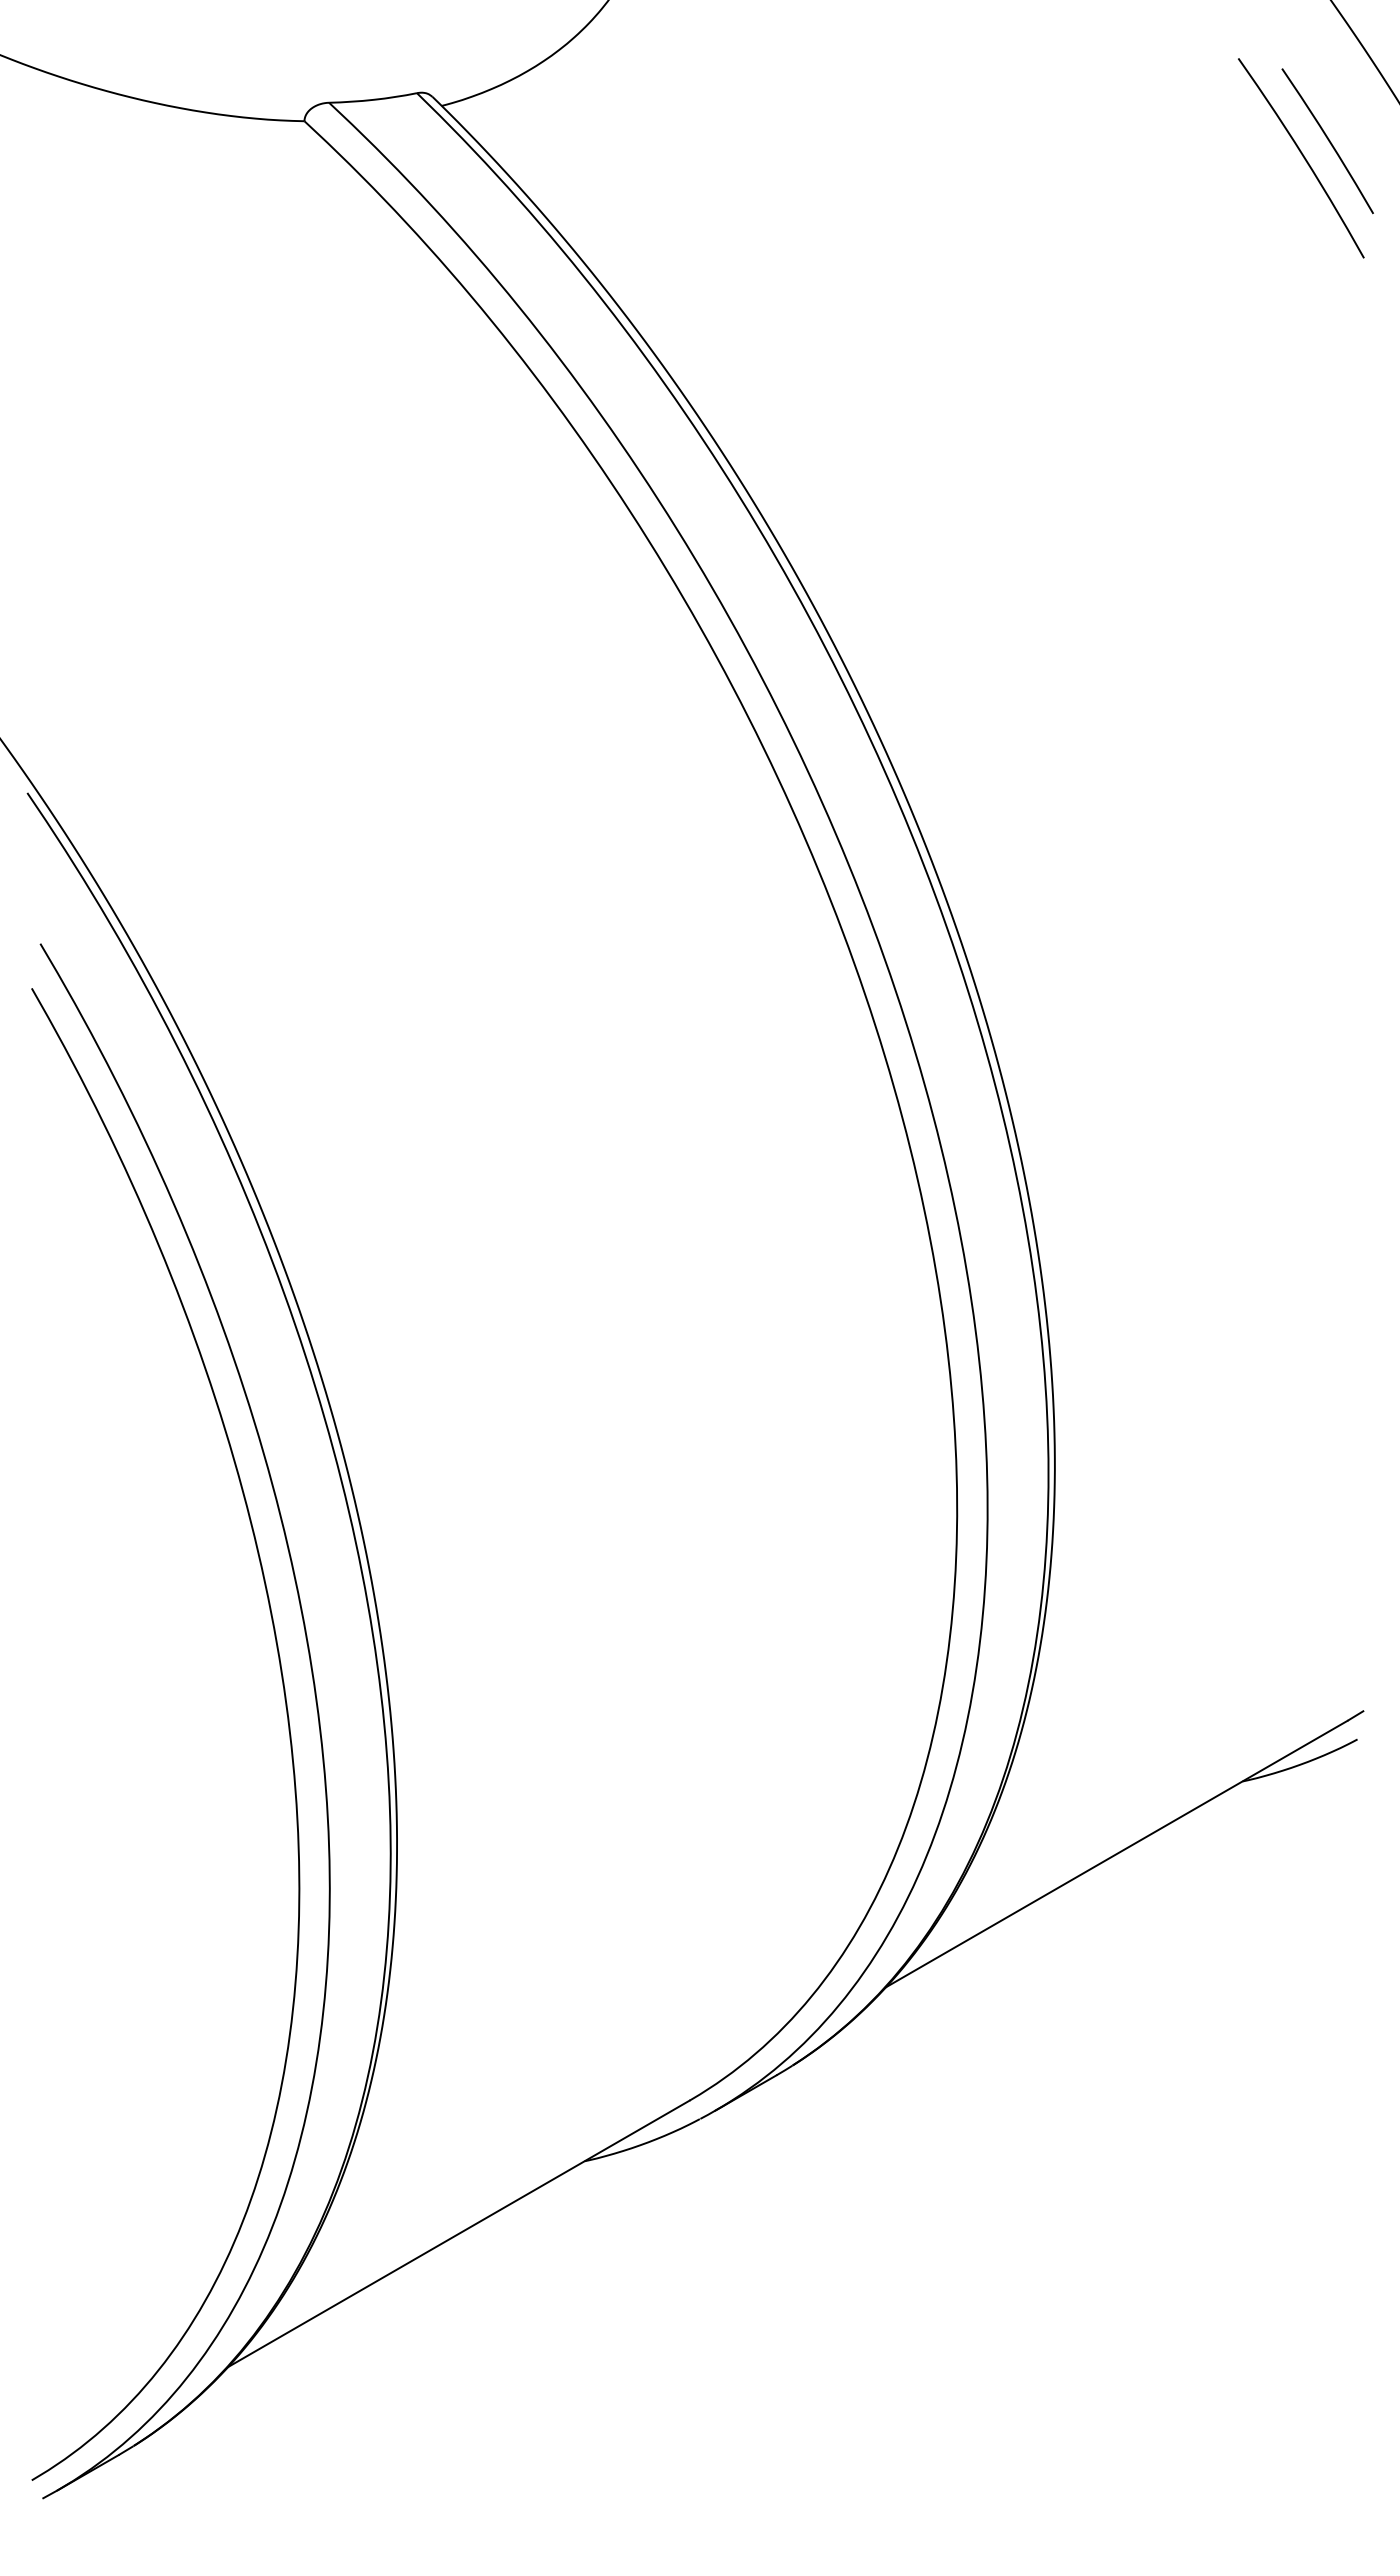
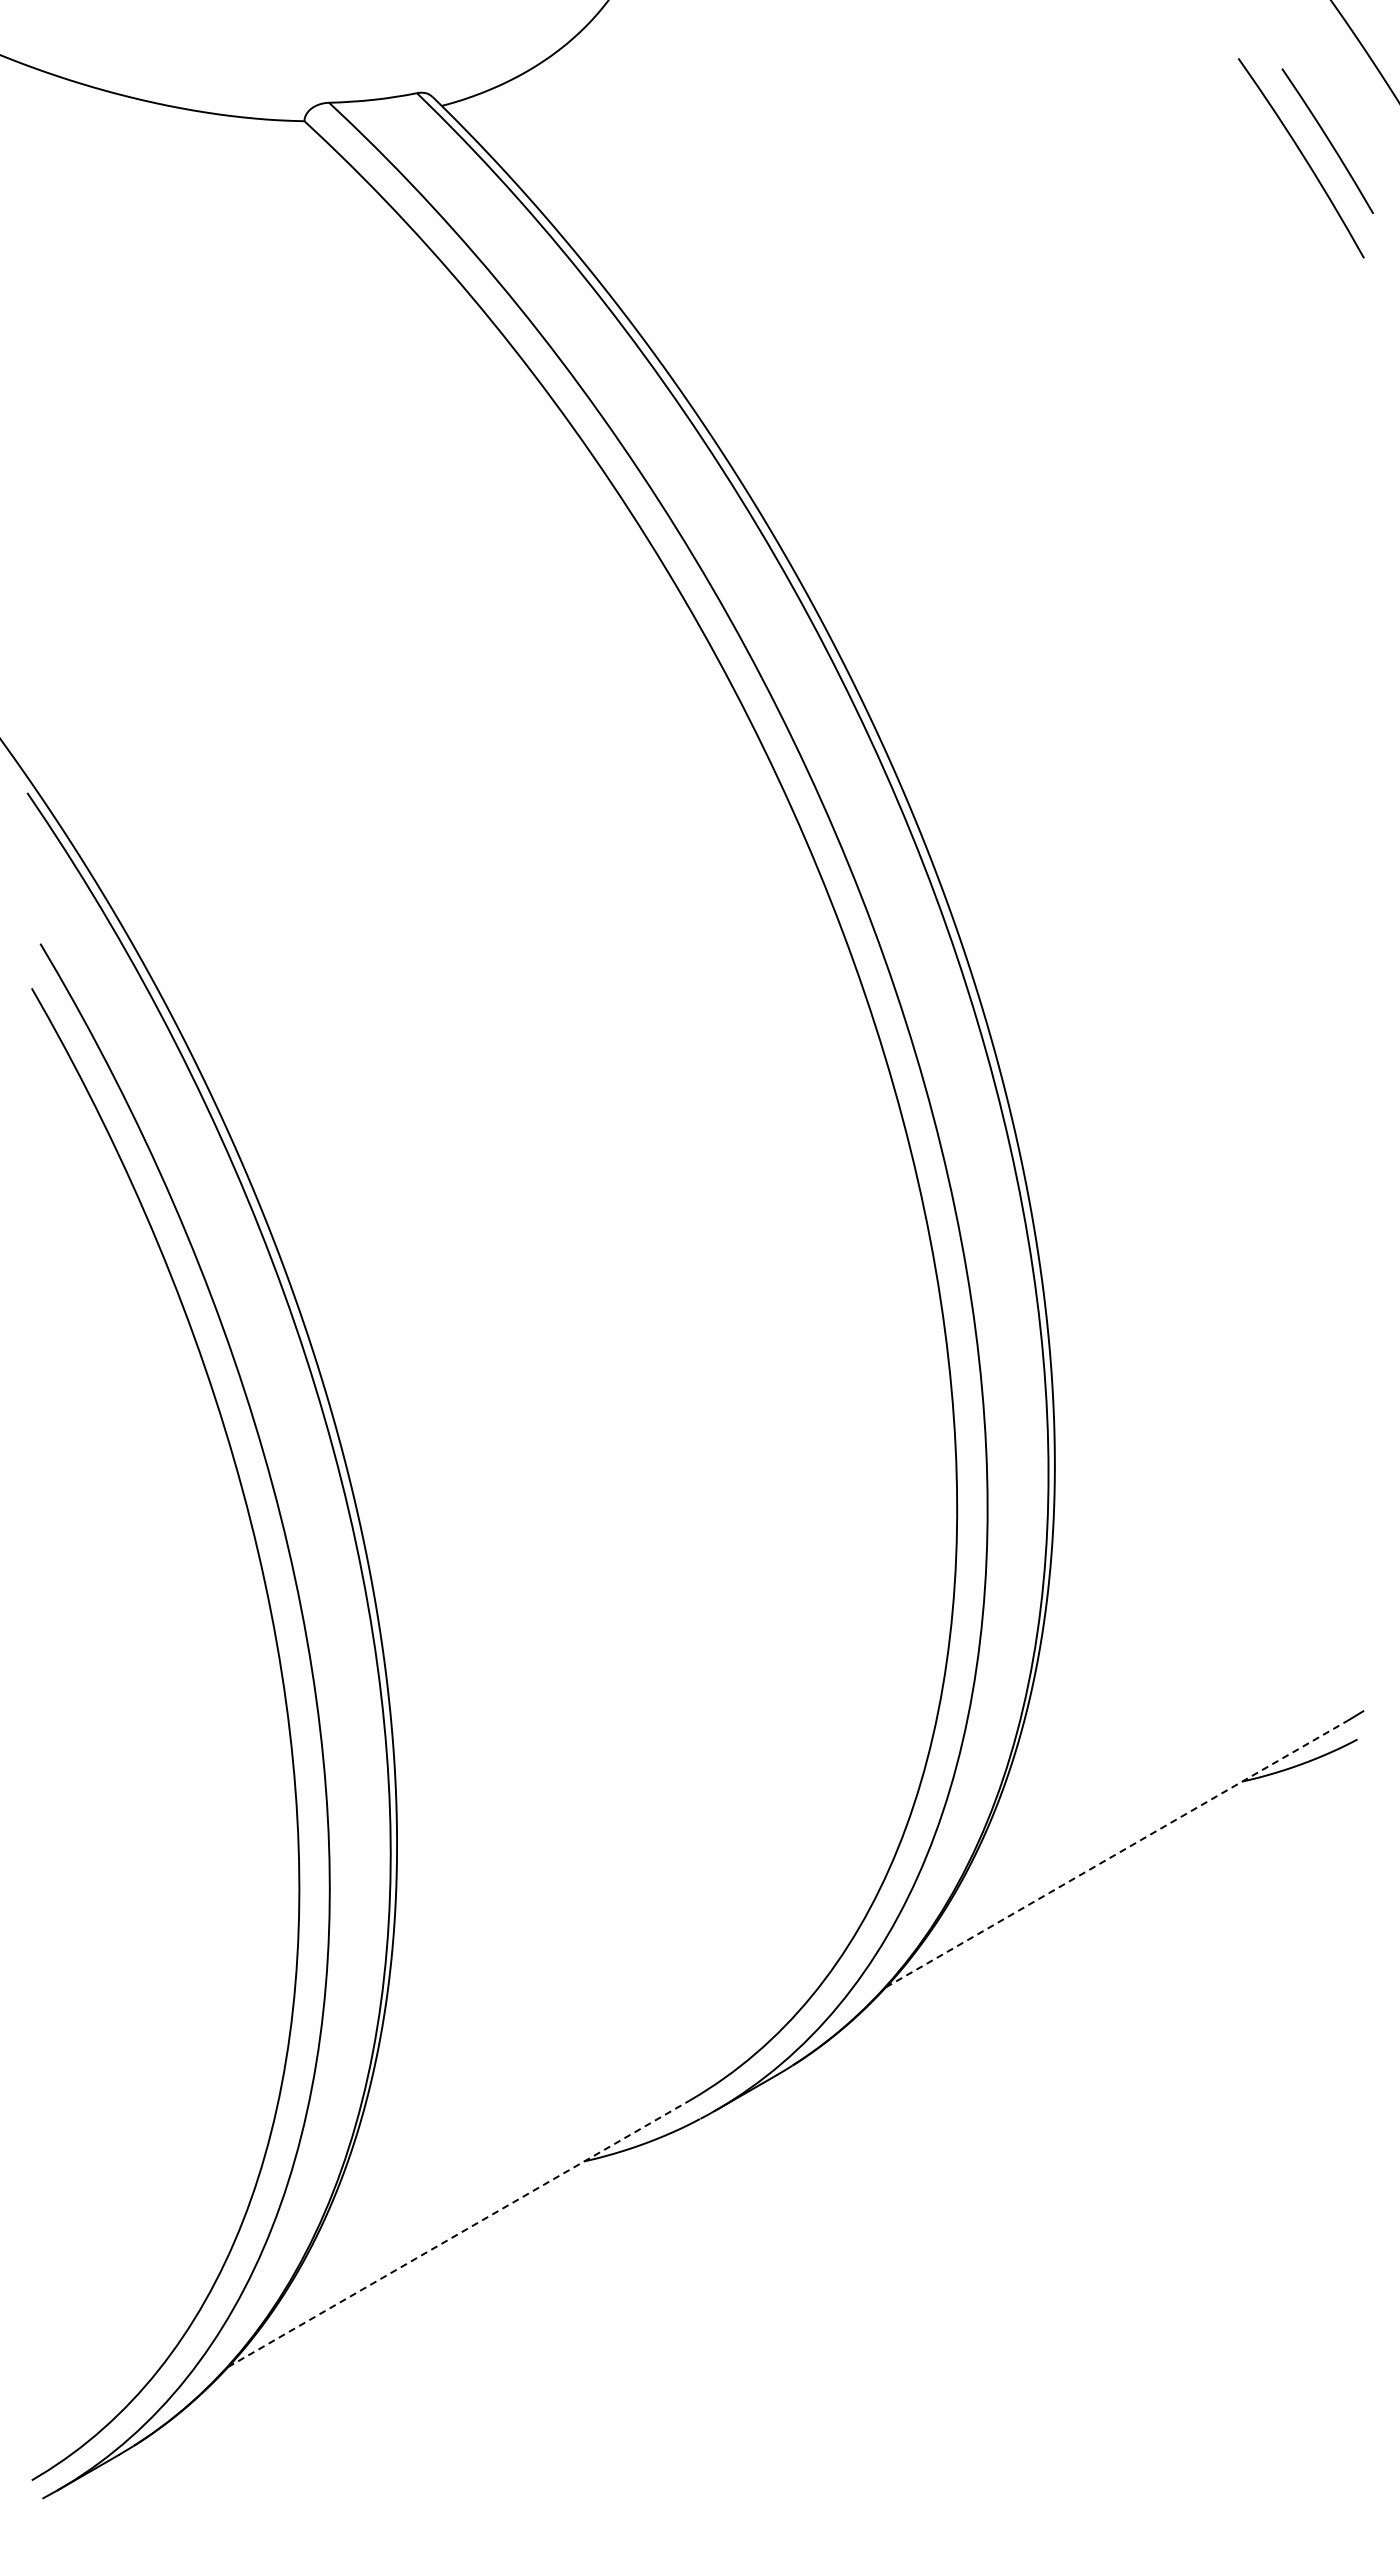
line at (1117, 1853): solid -> dashed
line at (459, 2233): solid -> dashed
